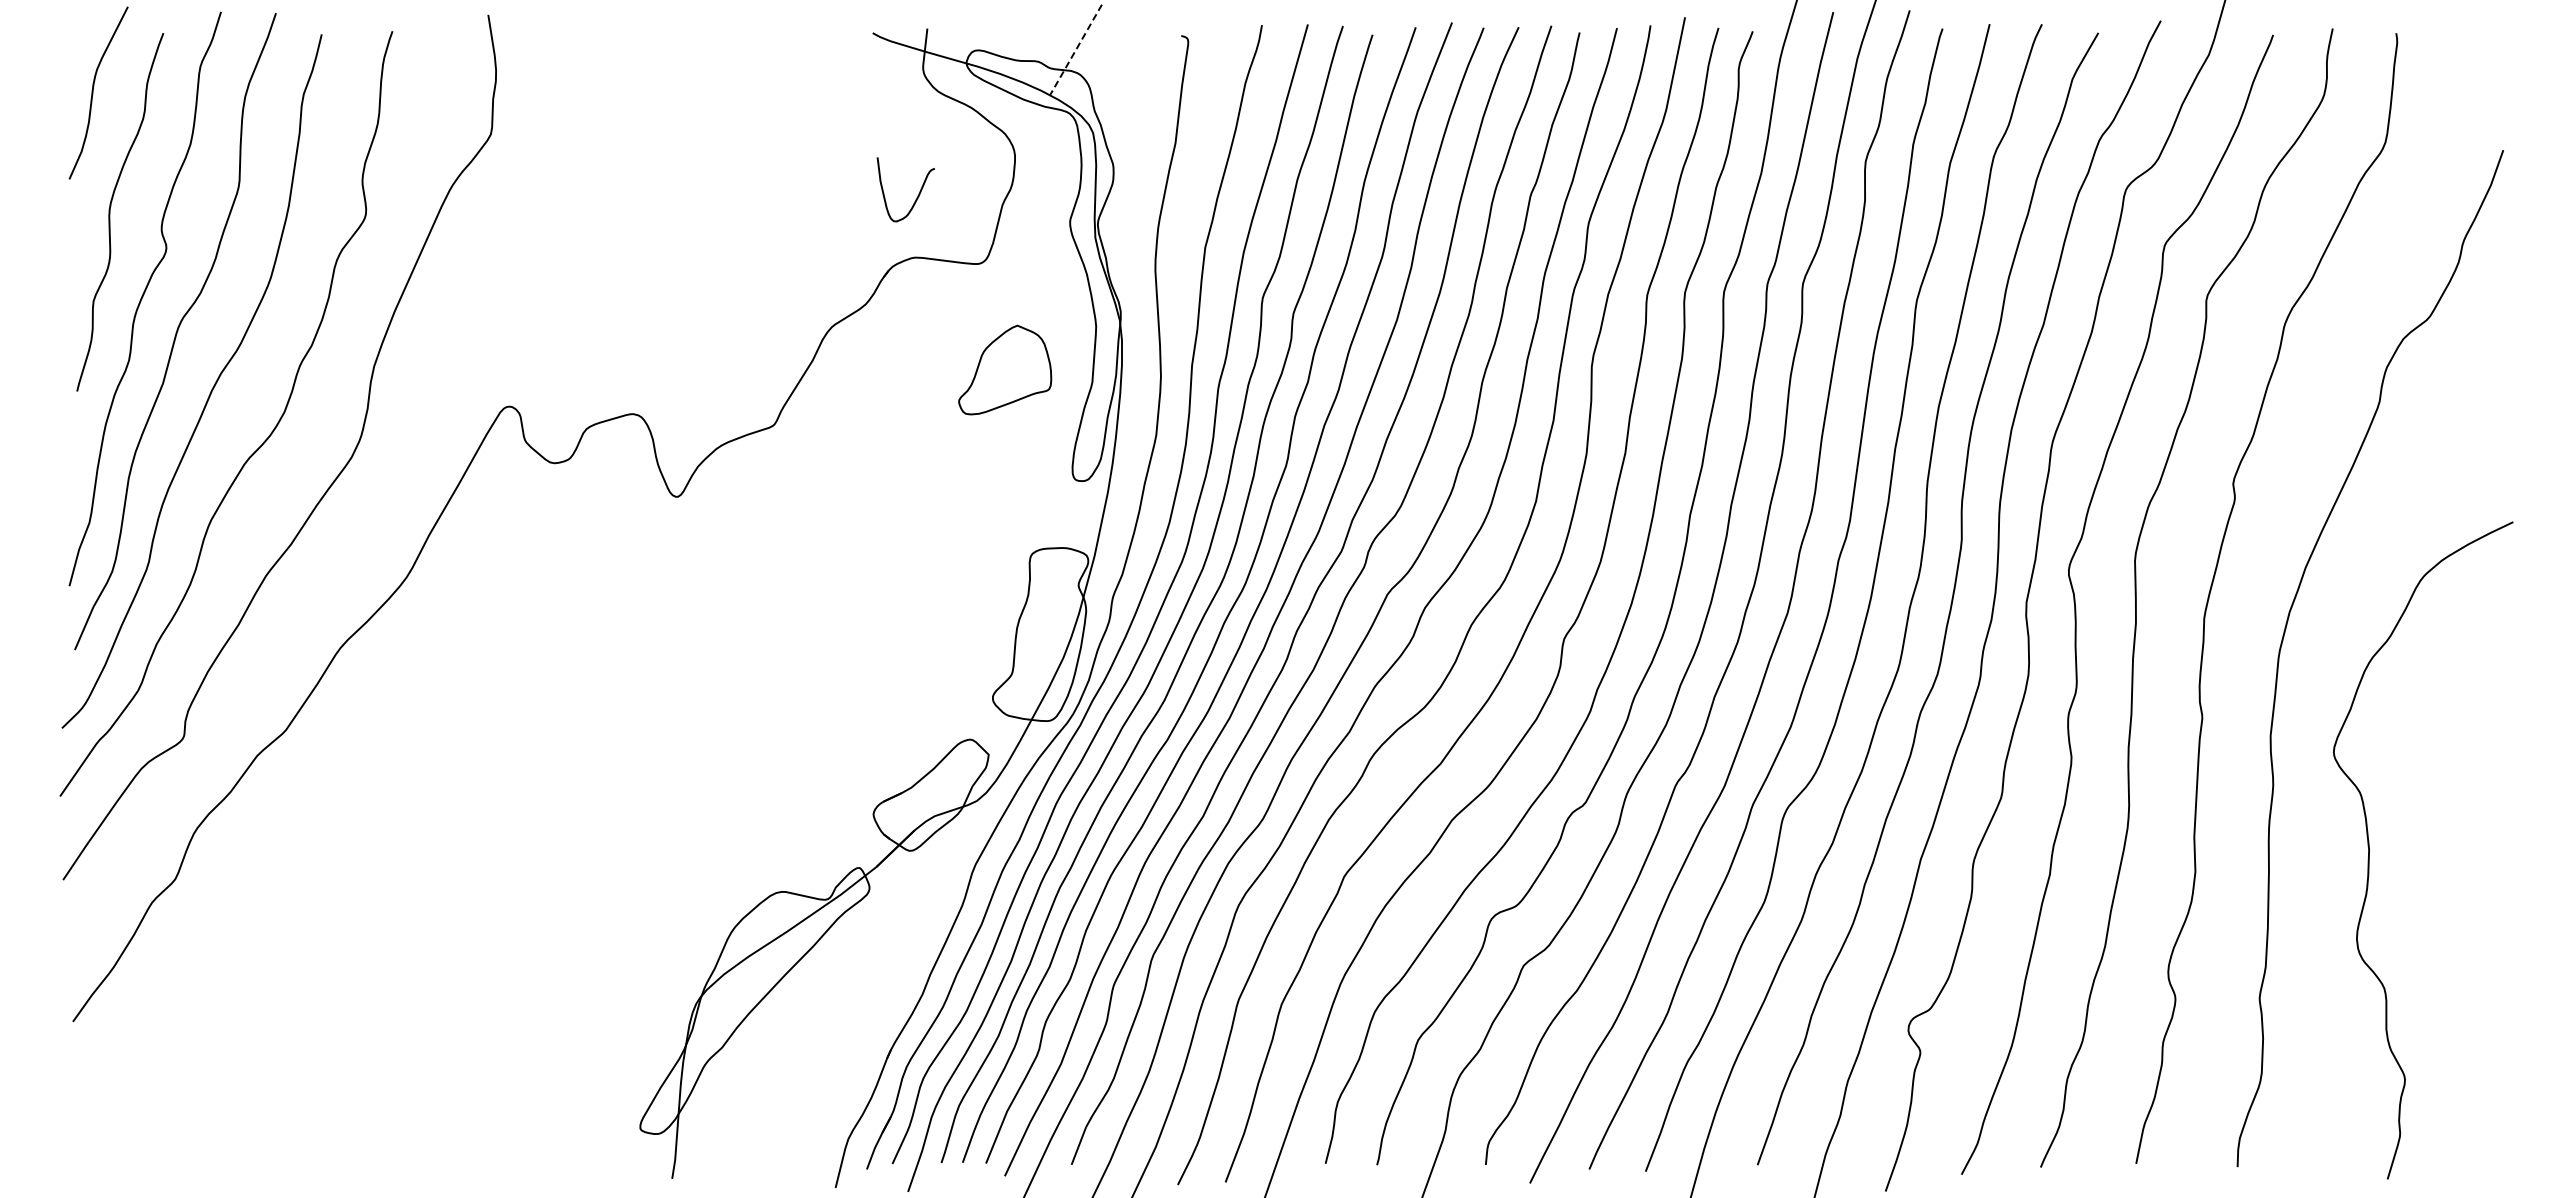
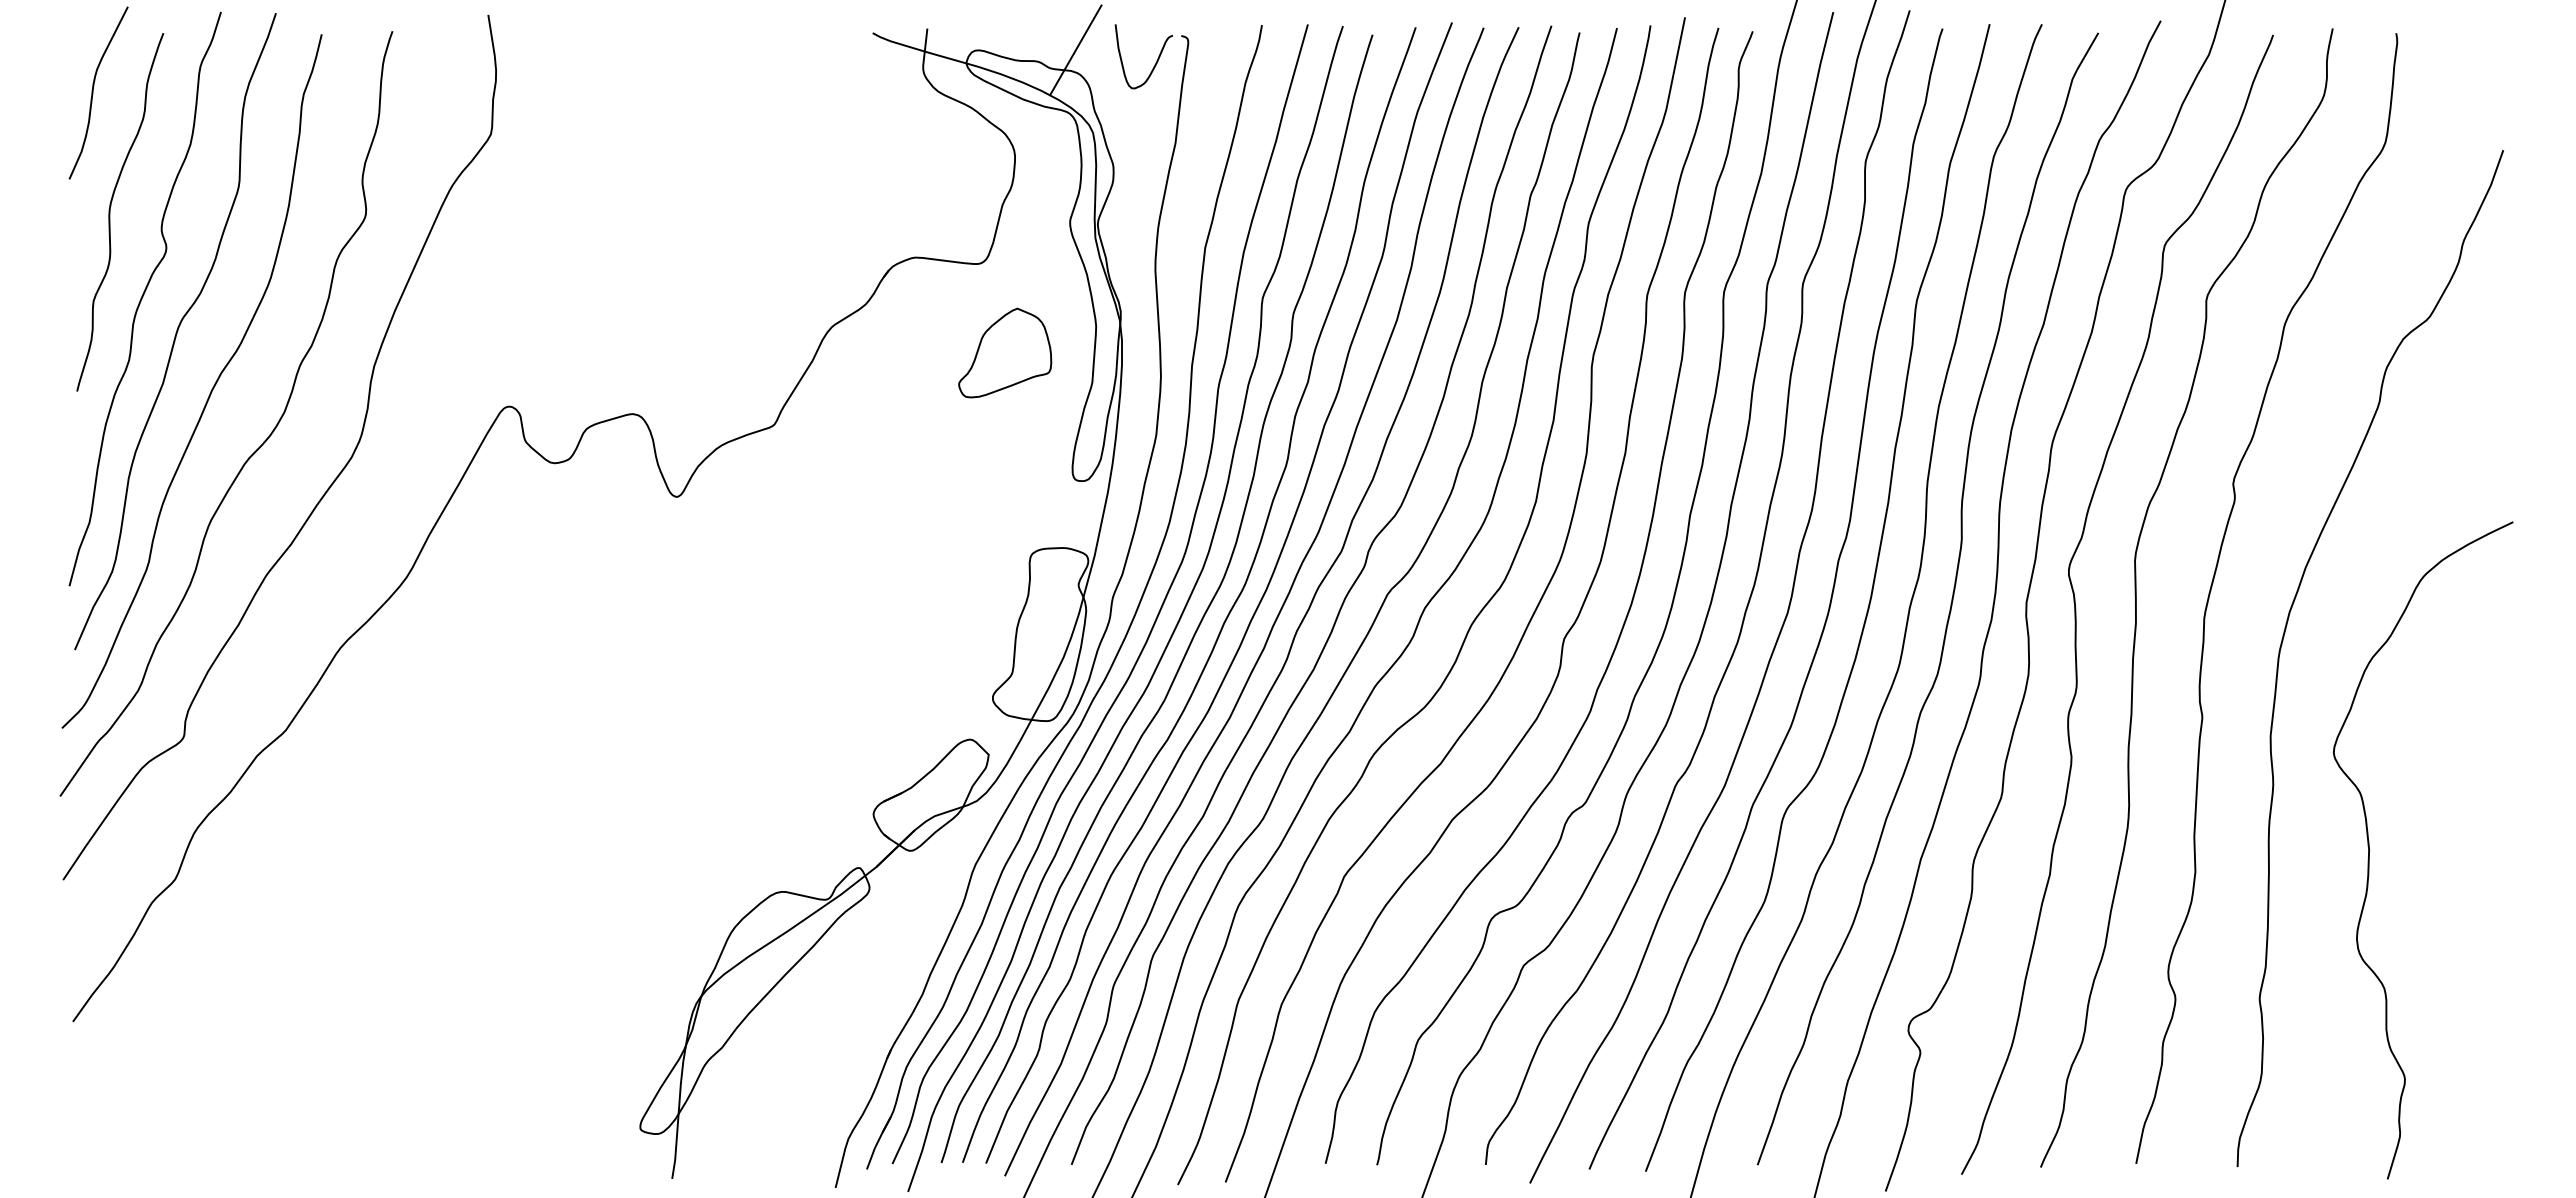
line at (1075, 50): dashed -> solid
curve at (917, 195) position: (917, 195) -> (1155, 62)
part at (1005, 369) position: (1005, 369) -> (1005, 352)
